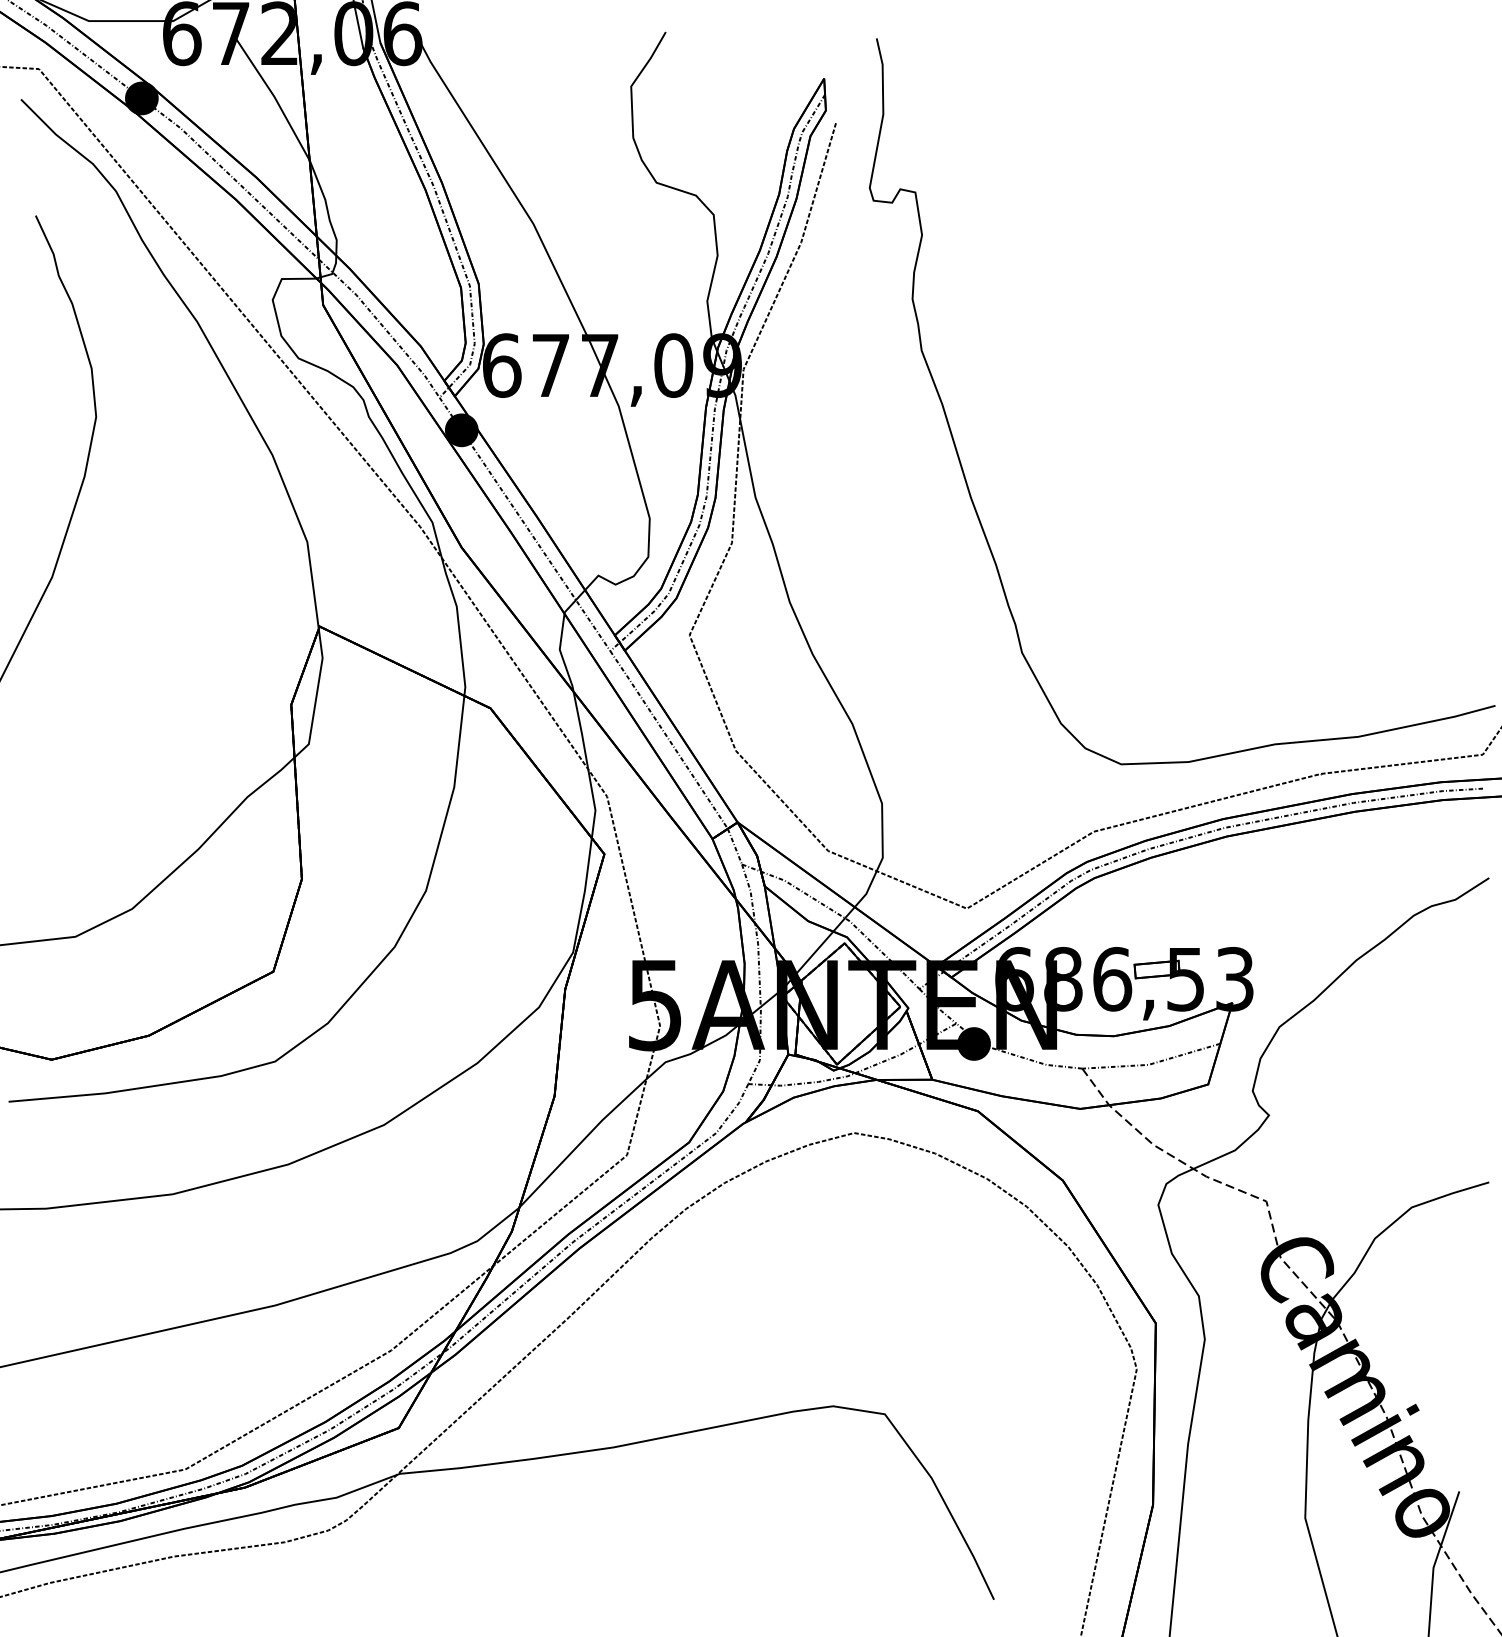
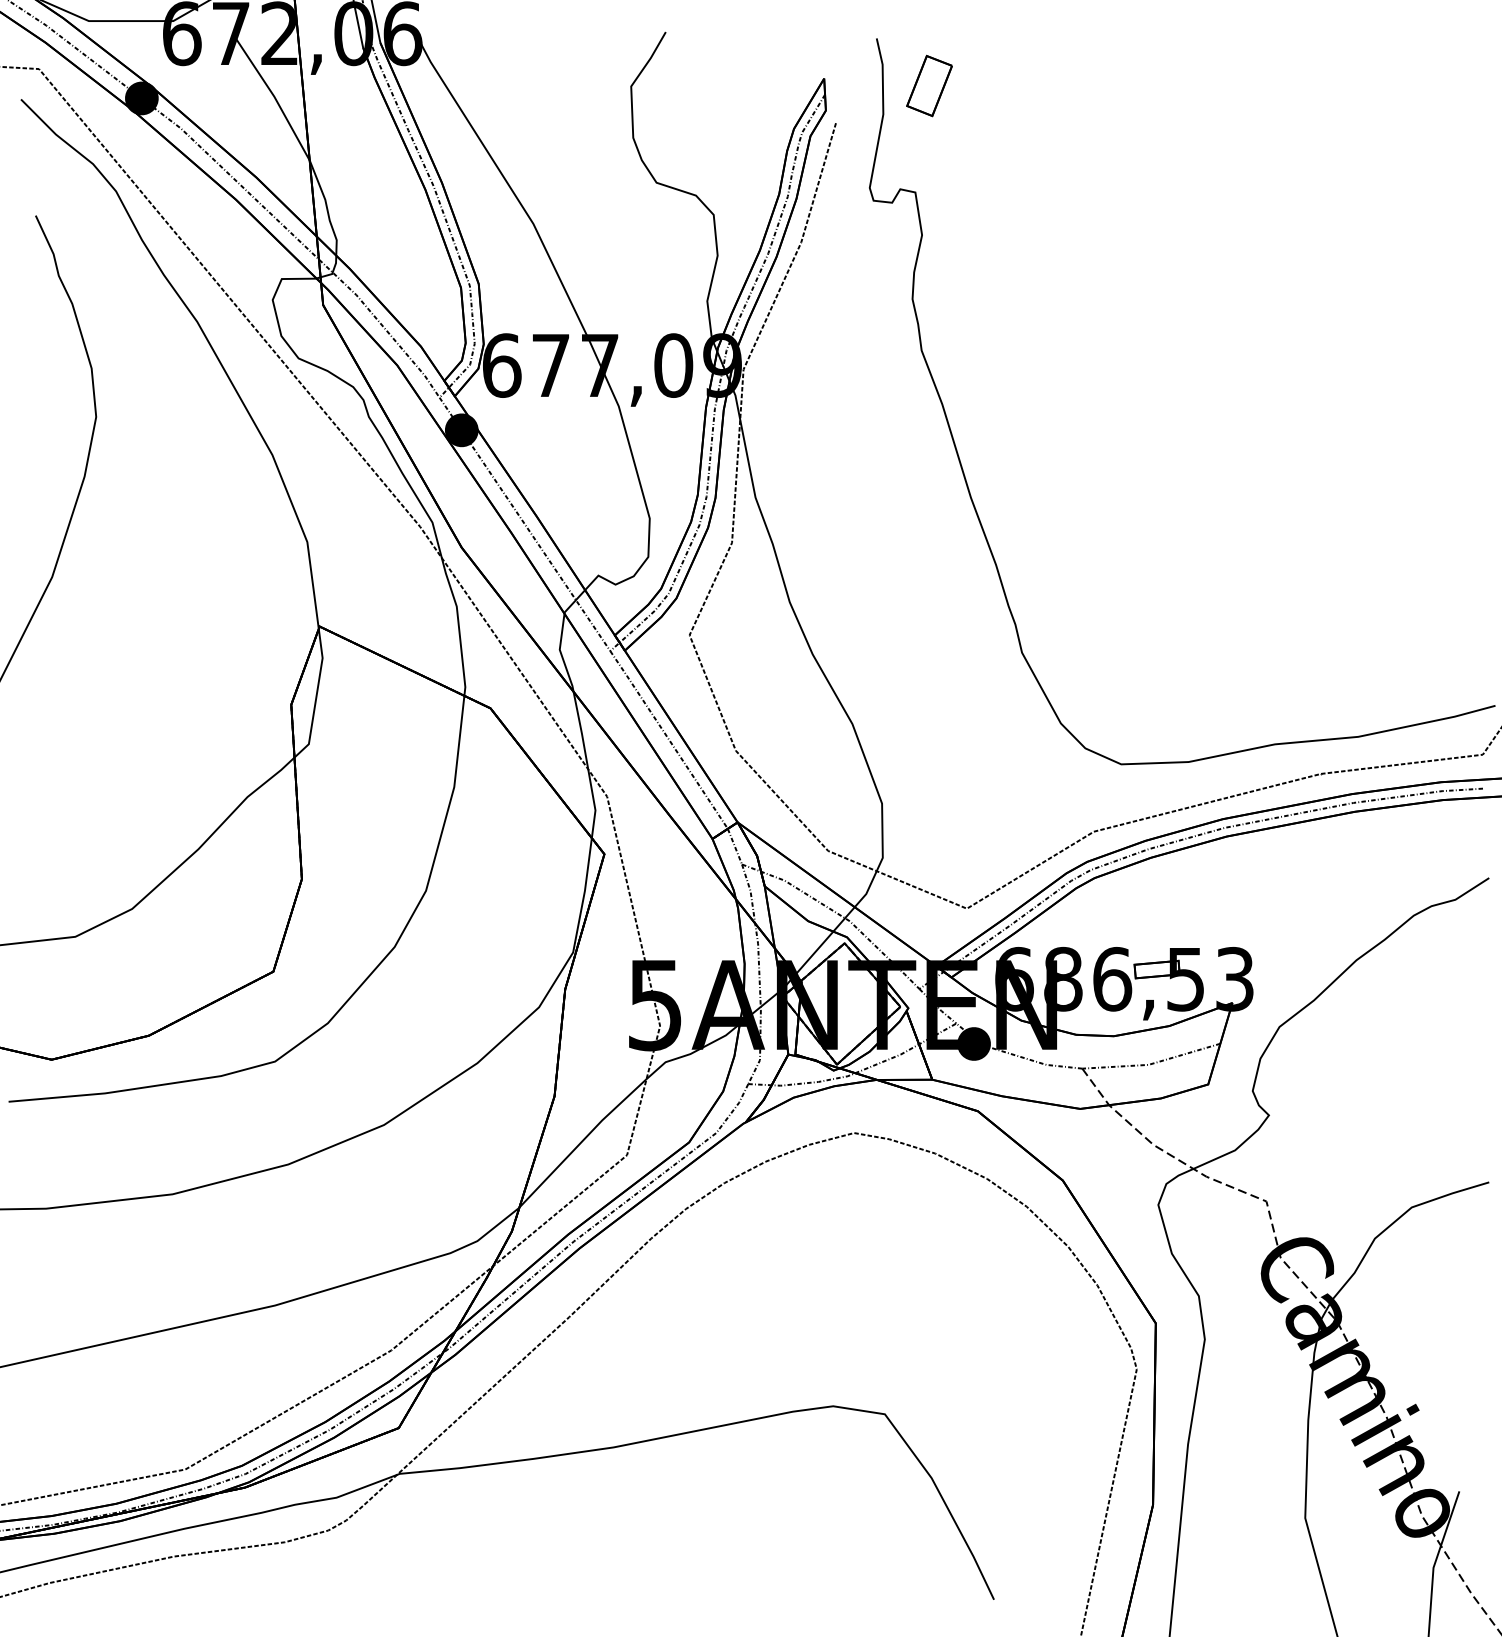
part at (929, 85): none -> present
